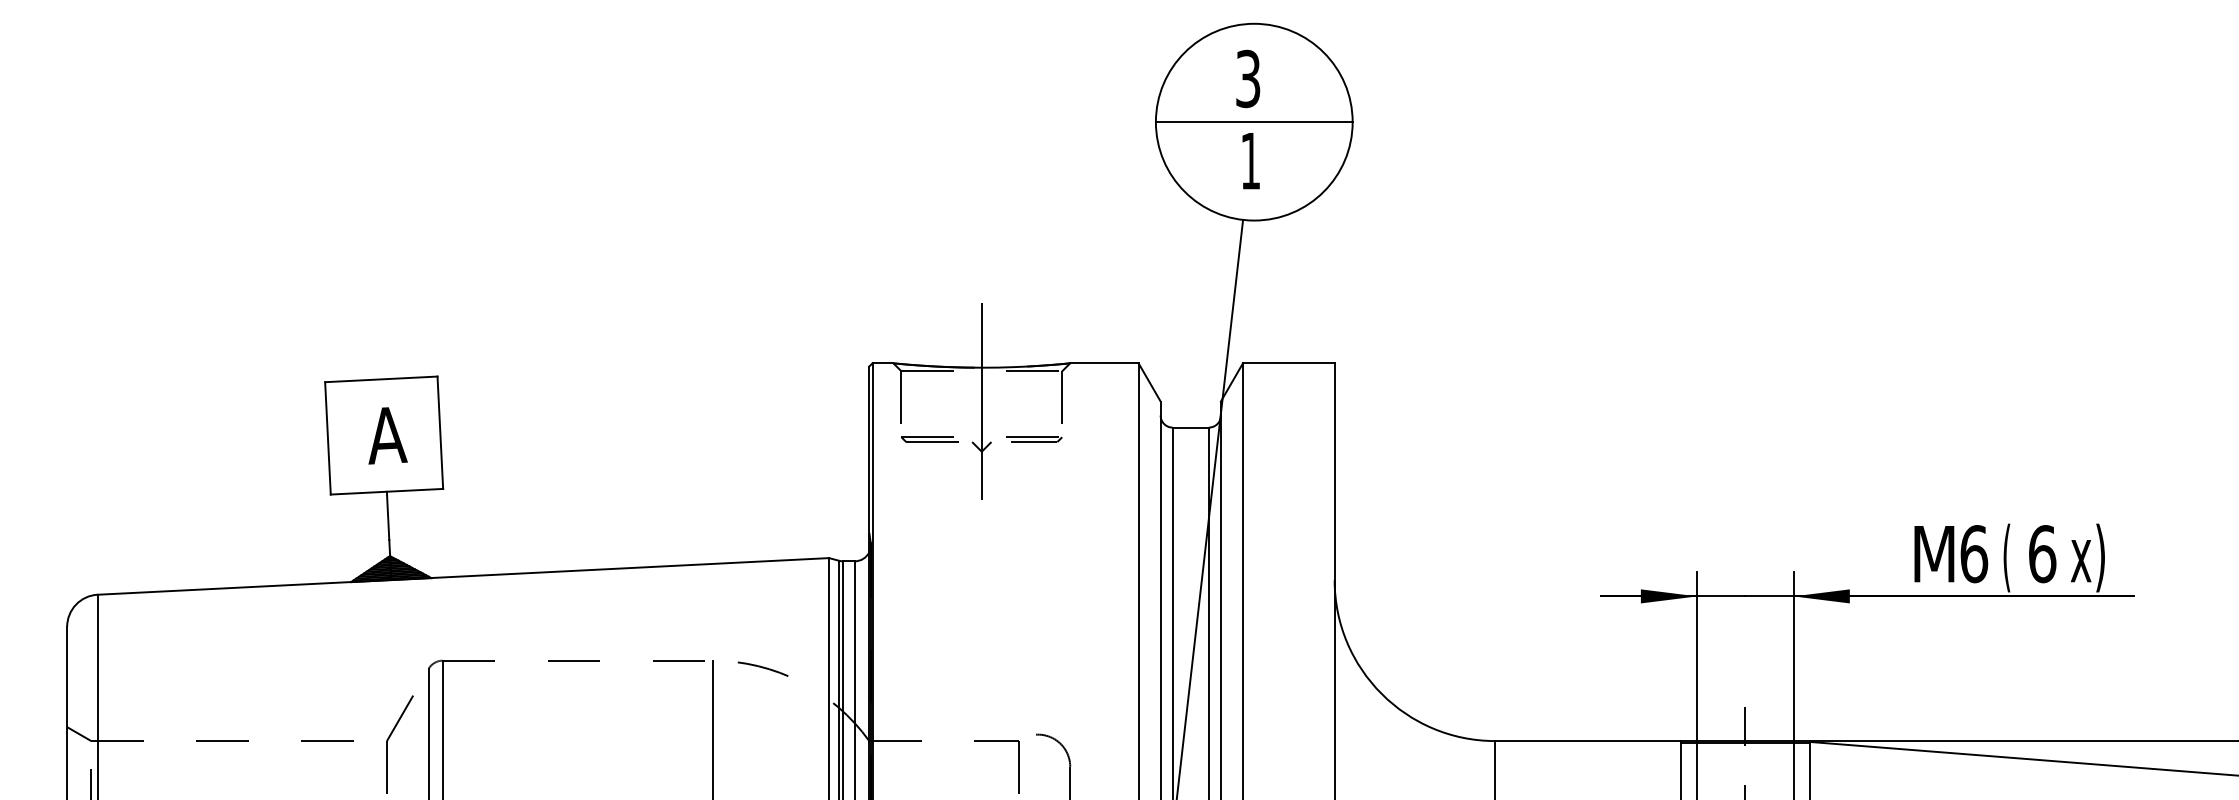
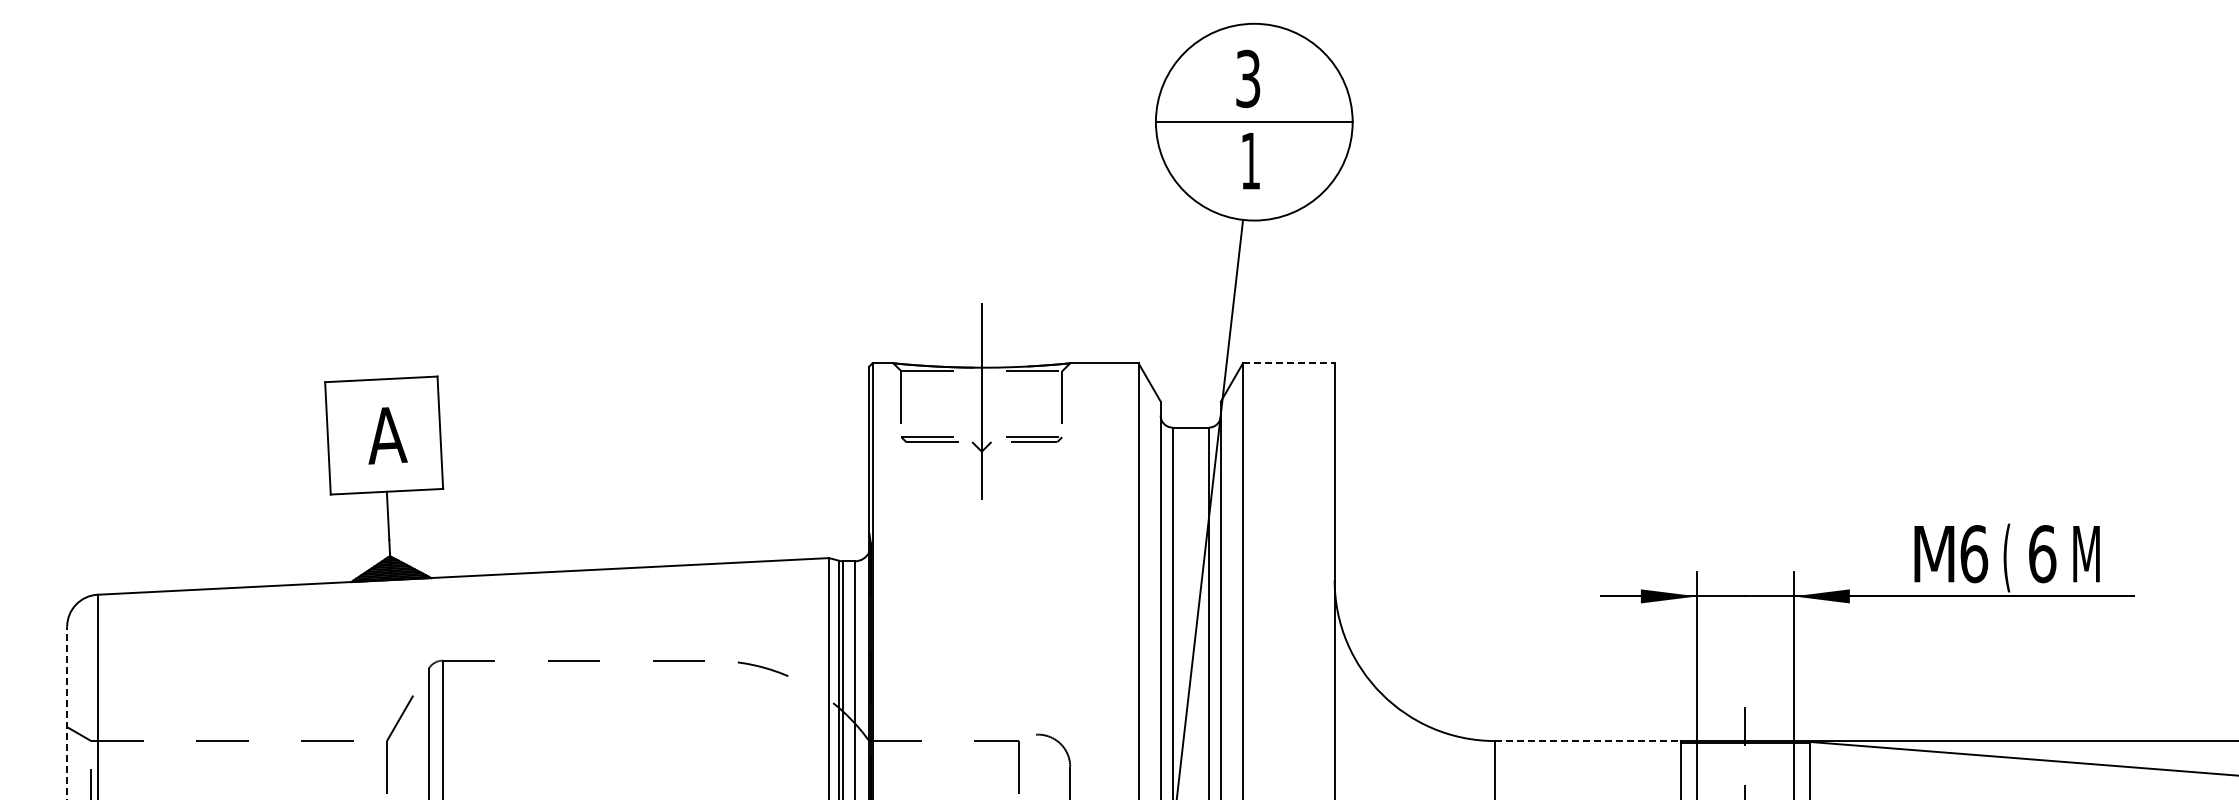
line at (1288, 363): solid -> dashed
text at (2087, 557): x) -> M
line at (67, 712): solid -> dashed
line at (712, 728): present -> none
line at (1588, 741): solid -> dashed
